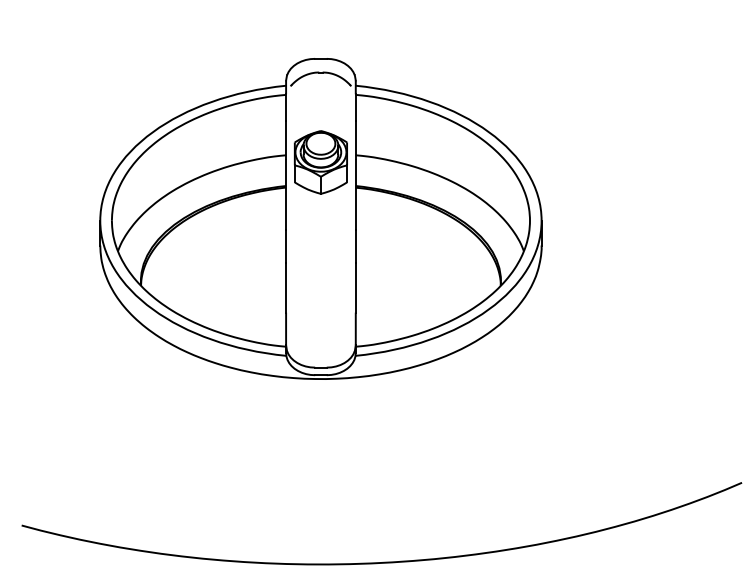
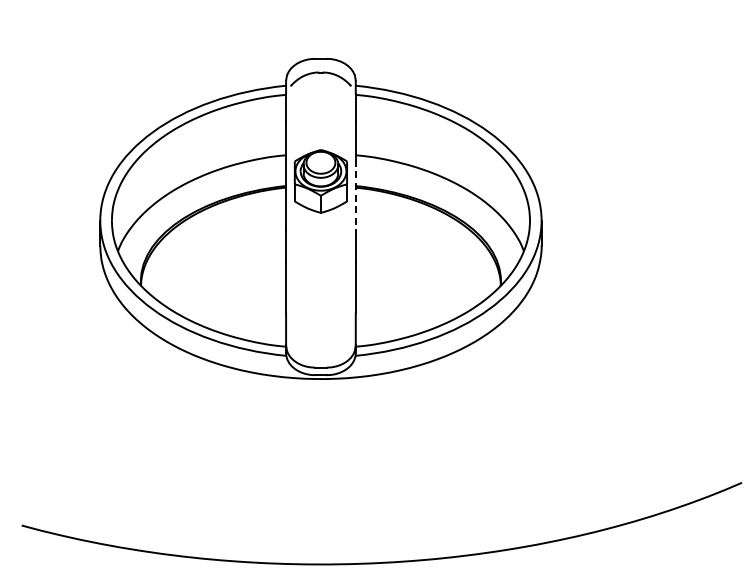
part at (320, 162) position: (320, 162) -> (320, 181)
line at (355, 195): solid -> dashed
